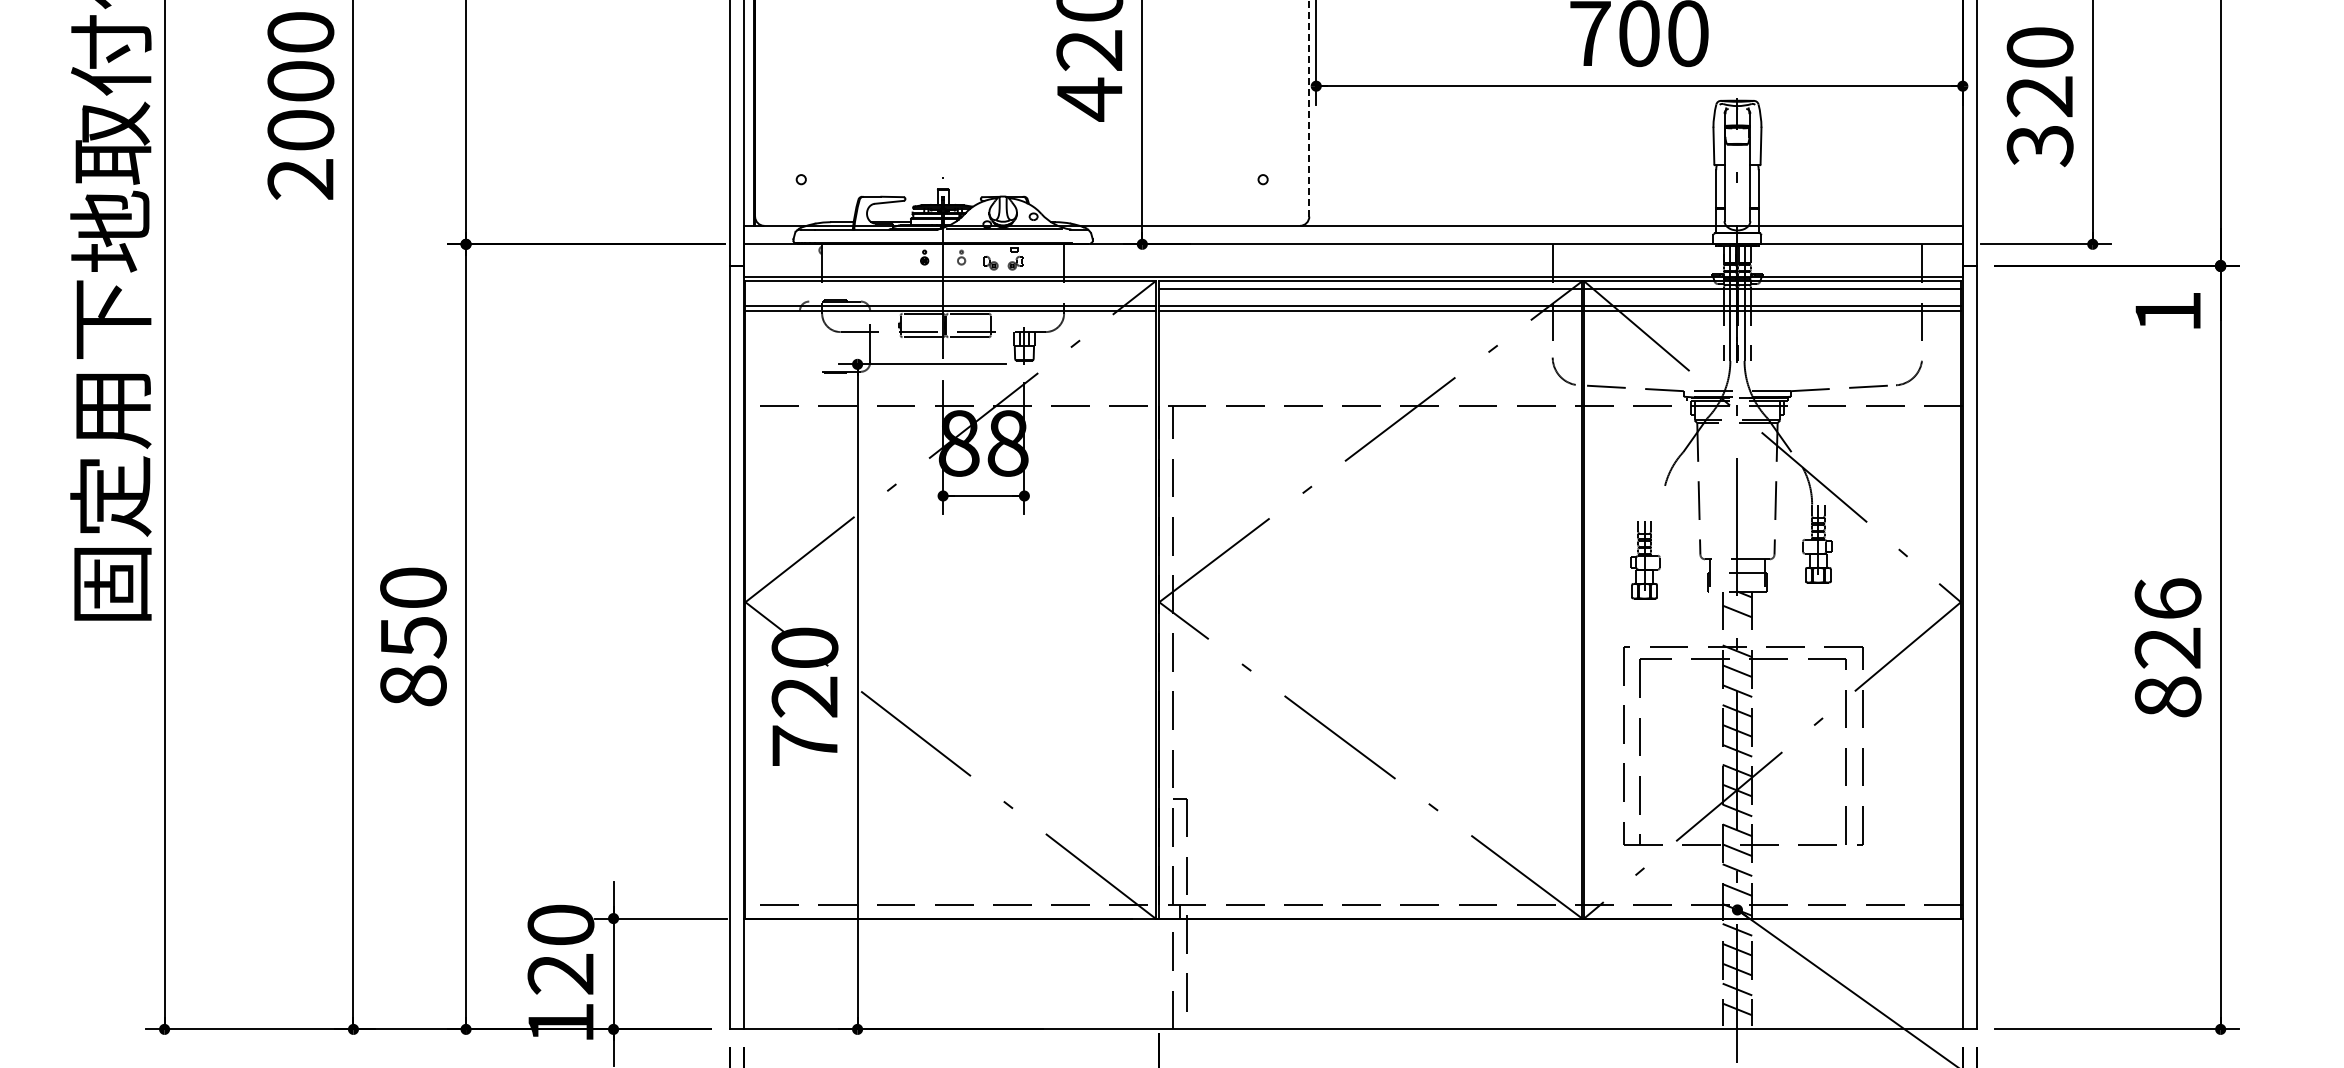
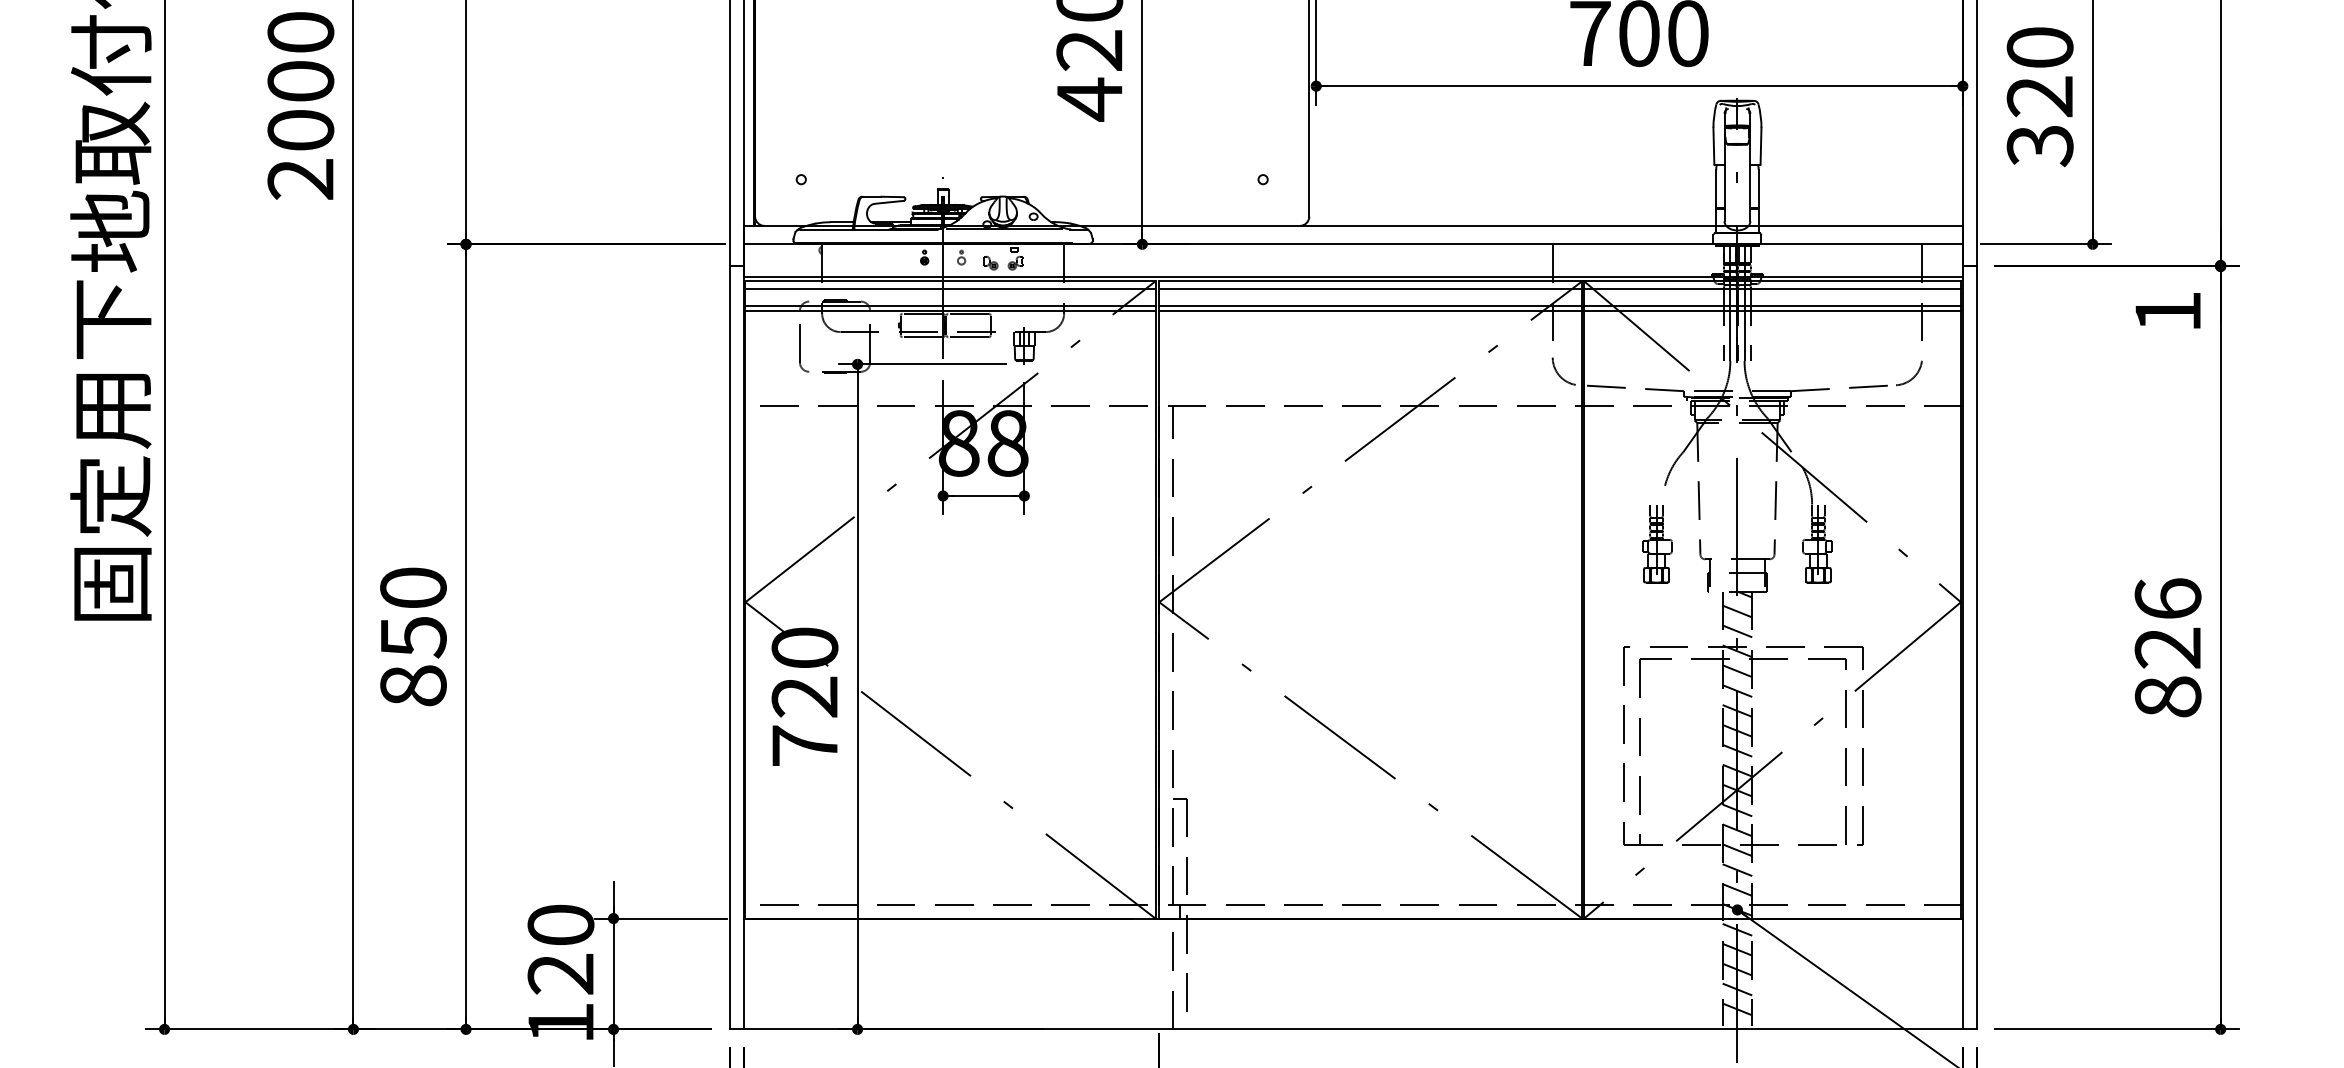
line at (1309, 107): dashed -> solid
line at (950, 288): none -> present
part at (804, 348): none -> present
part at (1645, 560) position: (1645, 560) -> (1657, 544)
line at (1737, 631): none -> present
